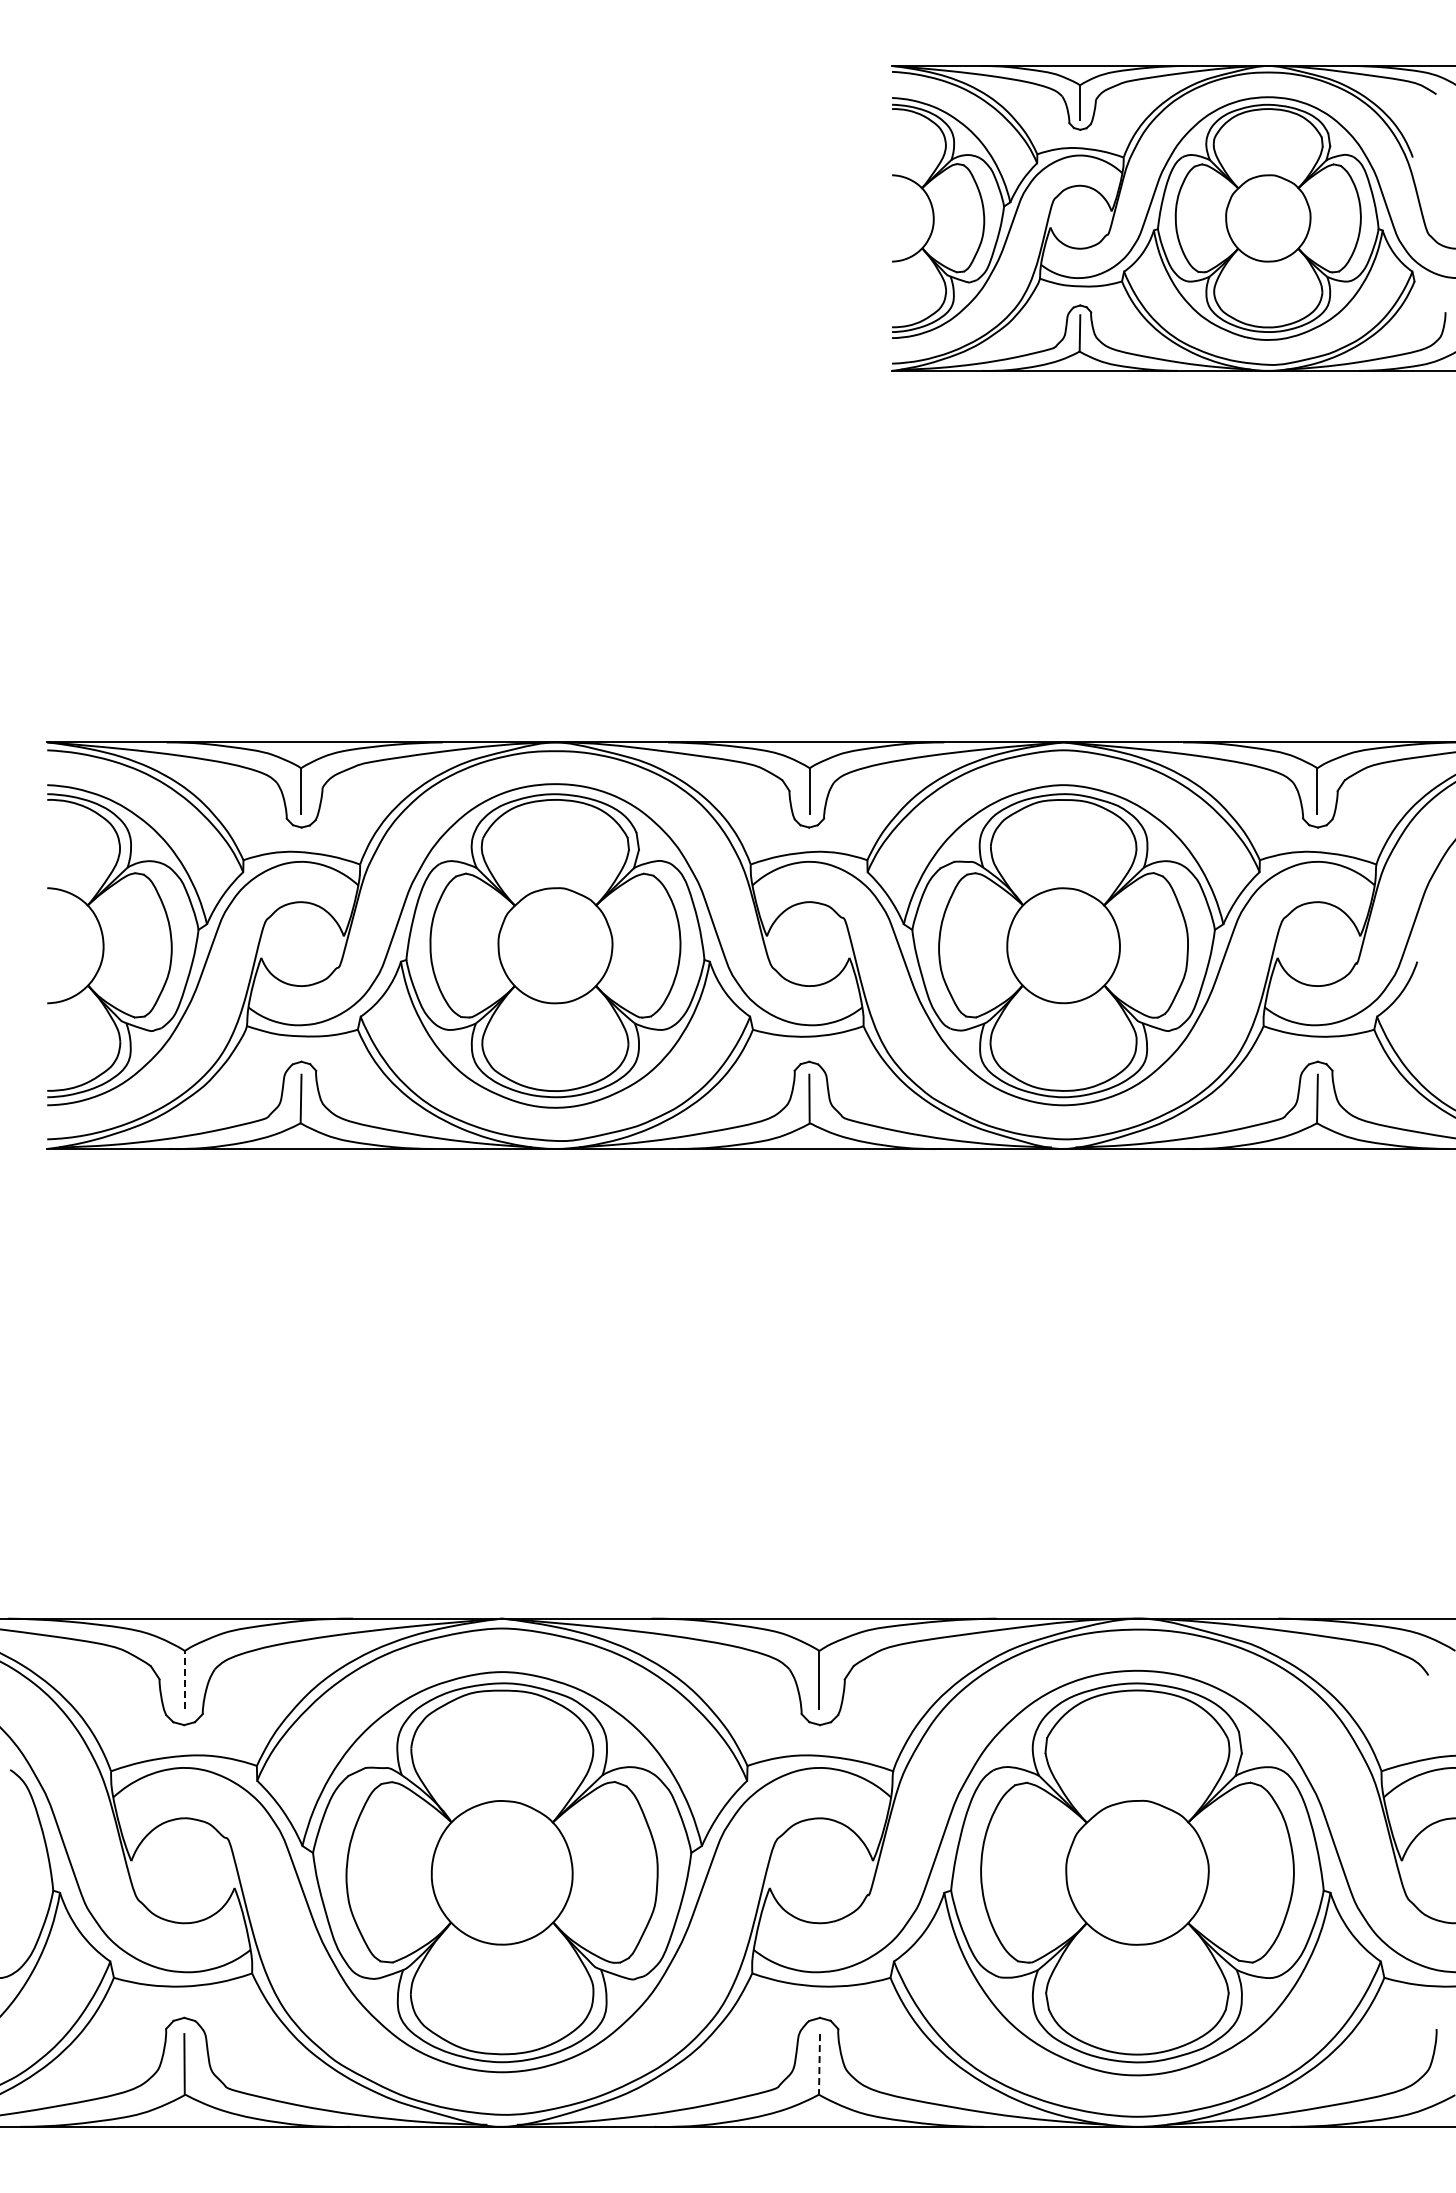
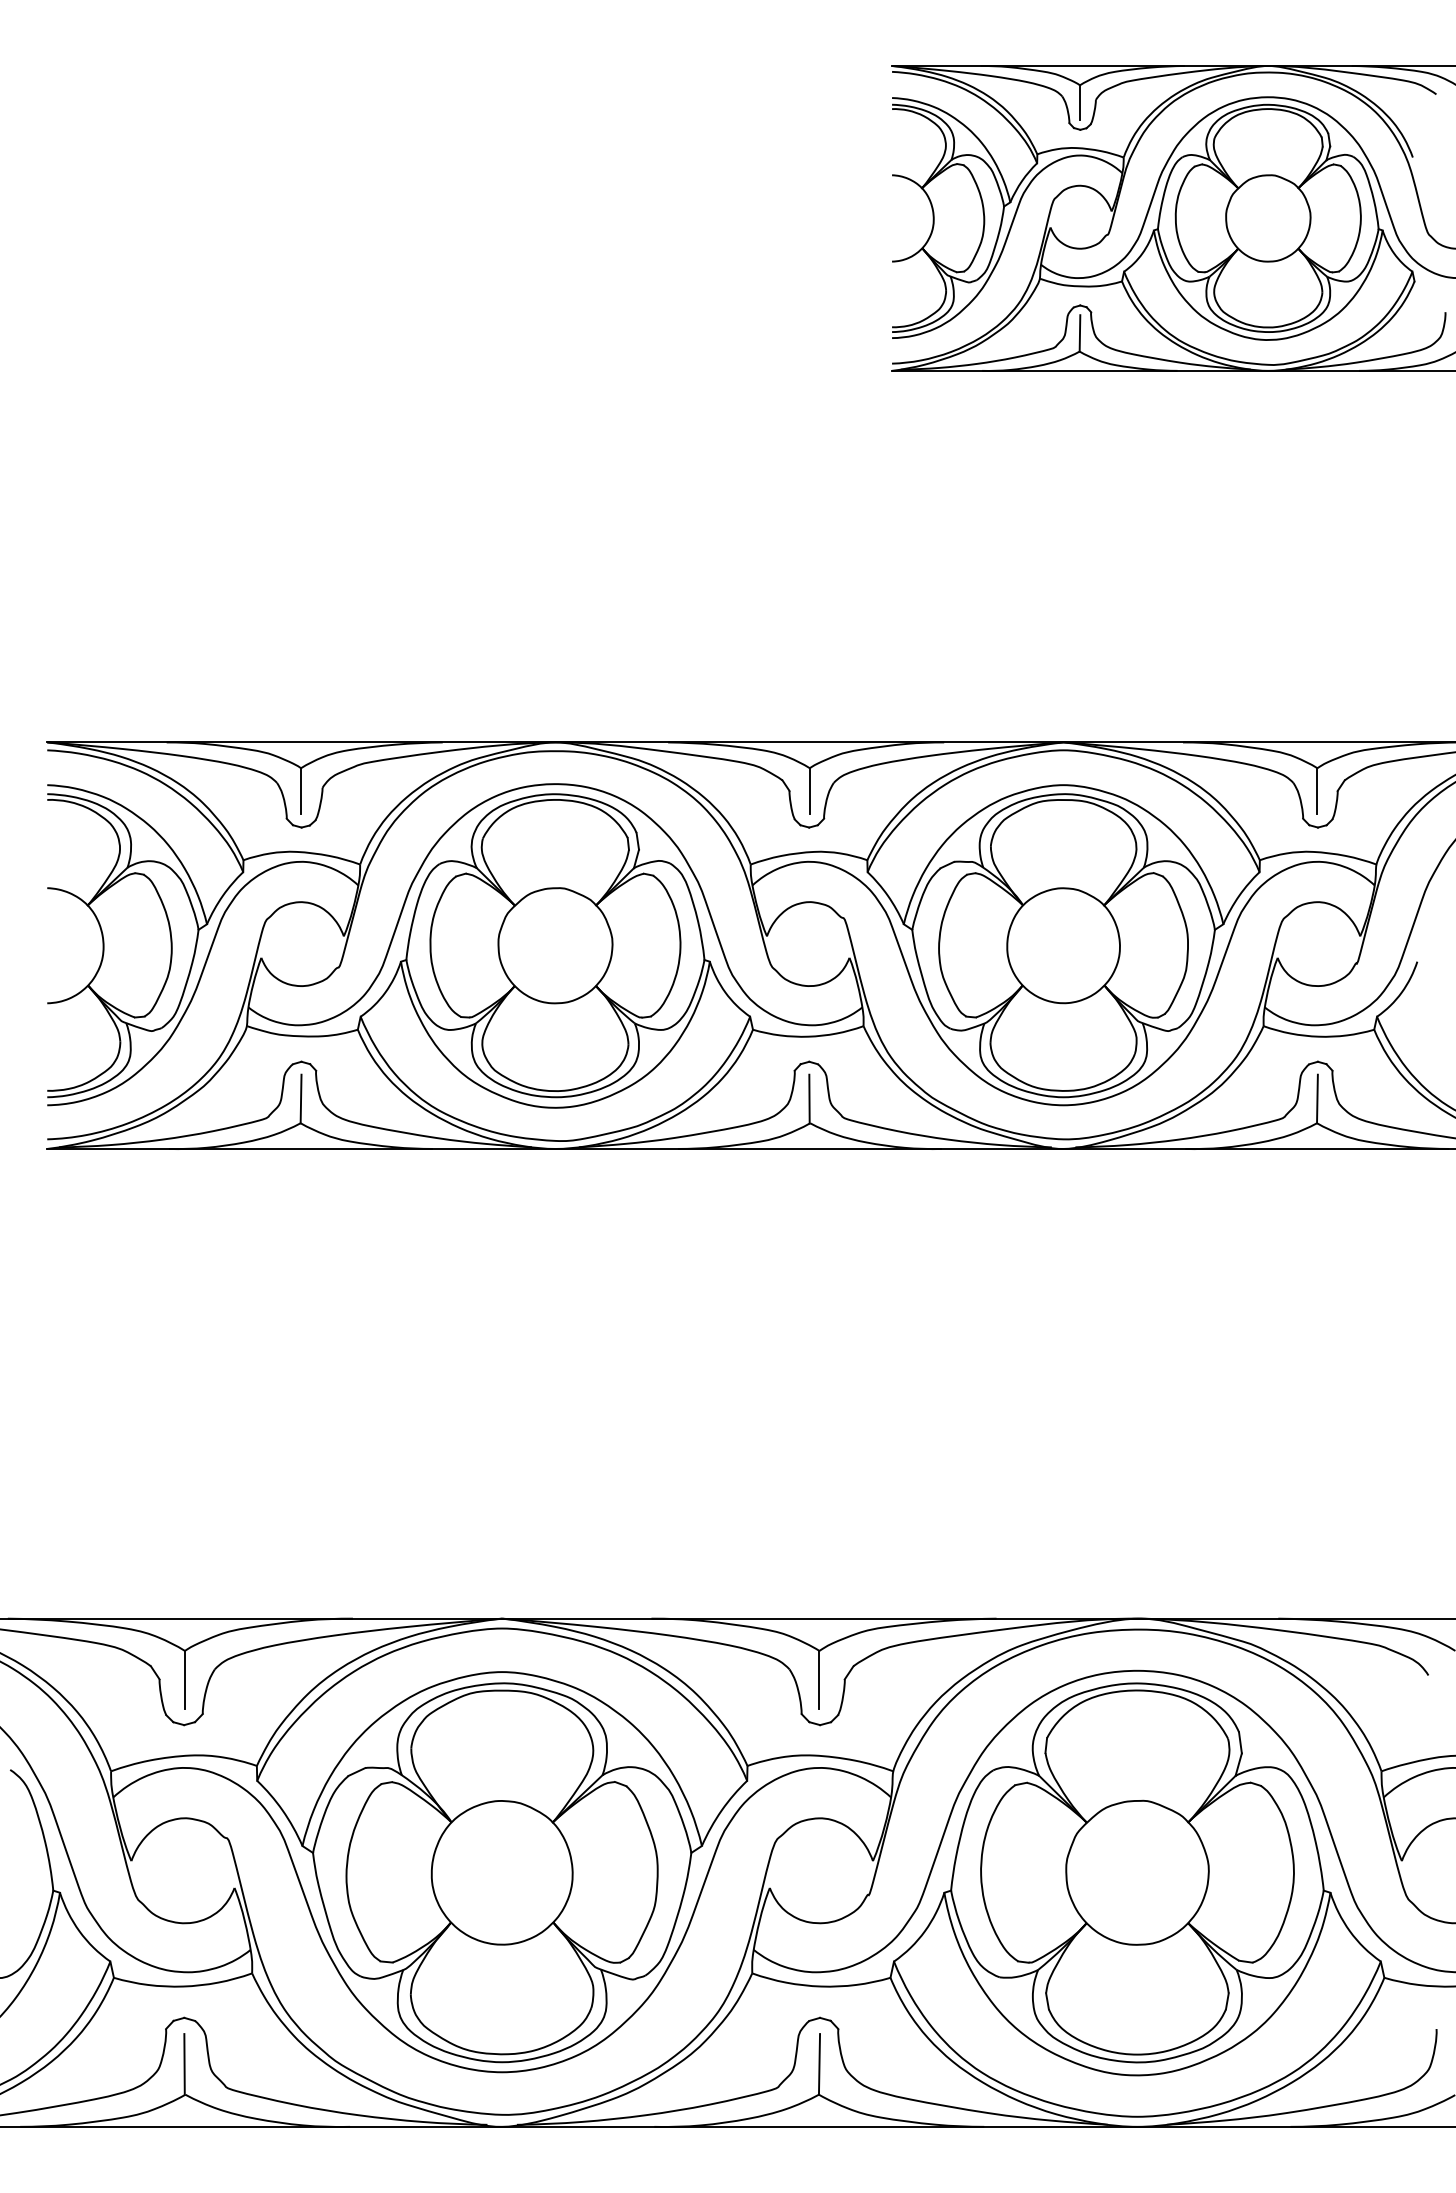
line at (184, 1679): dashed -> solid
line at (819, 2064): dashed -> solid
